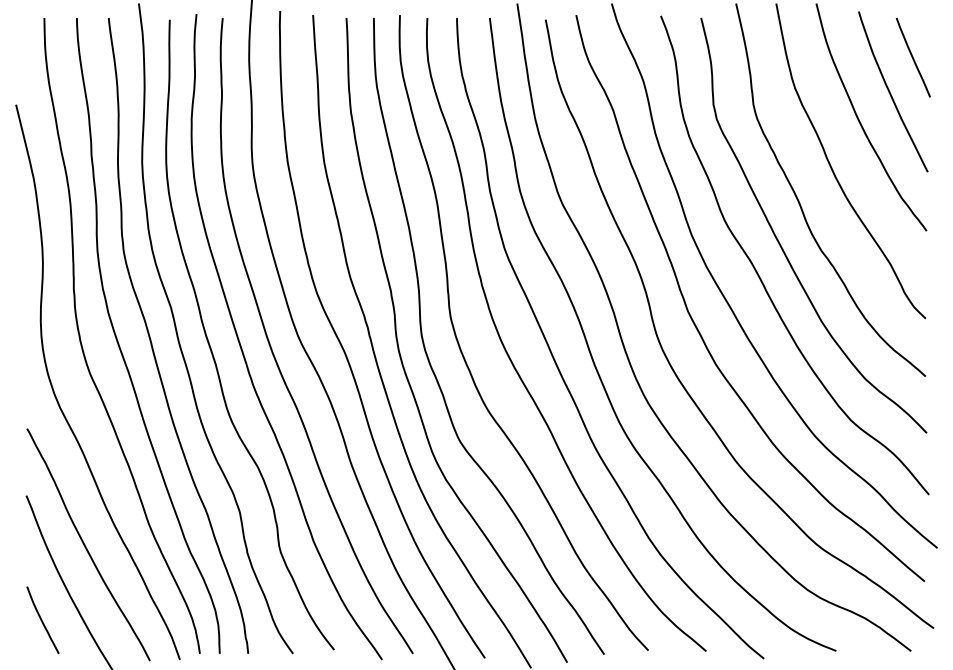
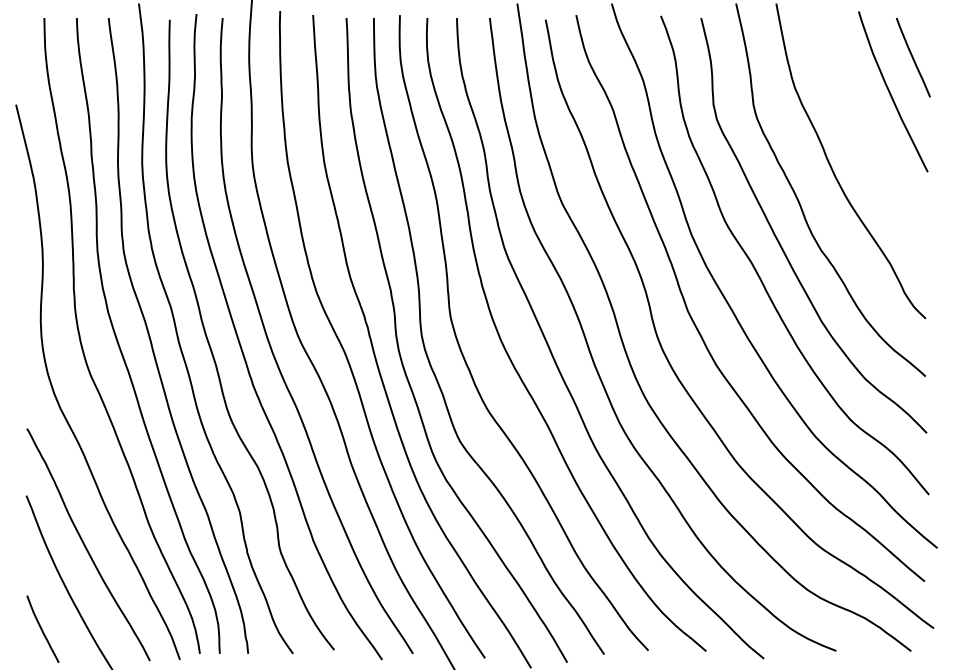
curve at (861, 123): present -> none
curve at (42, 619) position: (42, 619) -> (42, 628)
